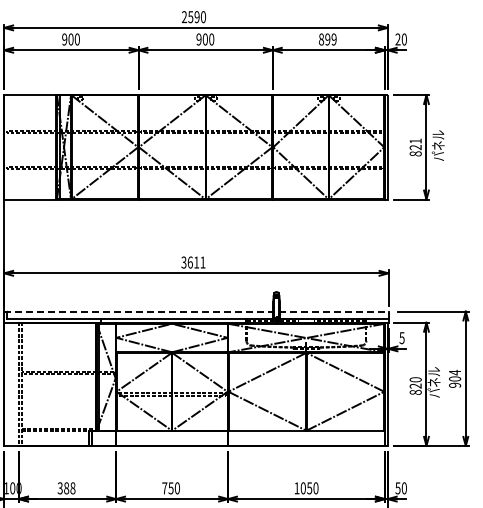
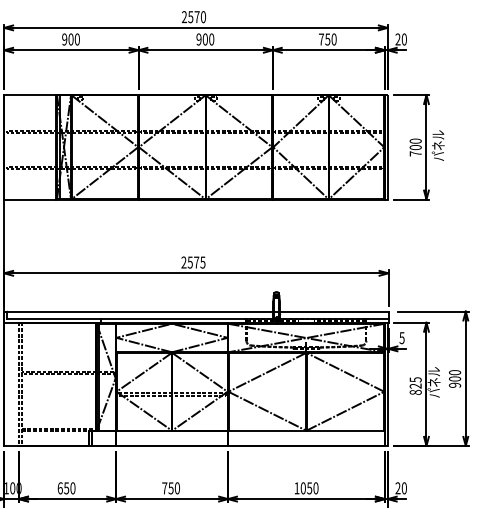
text at (196, 17): 2590 -> 2570
text at (327, 39): 899 -> 750
text at (415, 147): 821 -> 700
text at (193, 262): 3611 -> 2575
line at (196, 311): dashed -> solid
text at (455, 372): 904 -> 900
text at (415, 379): 820 -> 825
text at (66, 488): 388 -> 650
text at (397, 488): 50 -> 20
